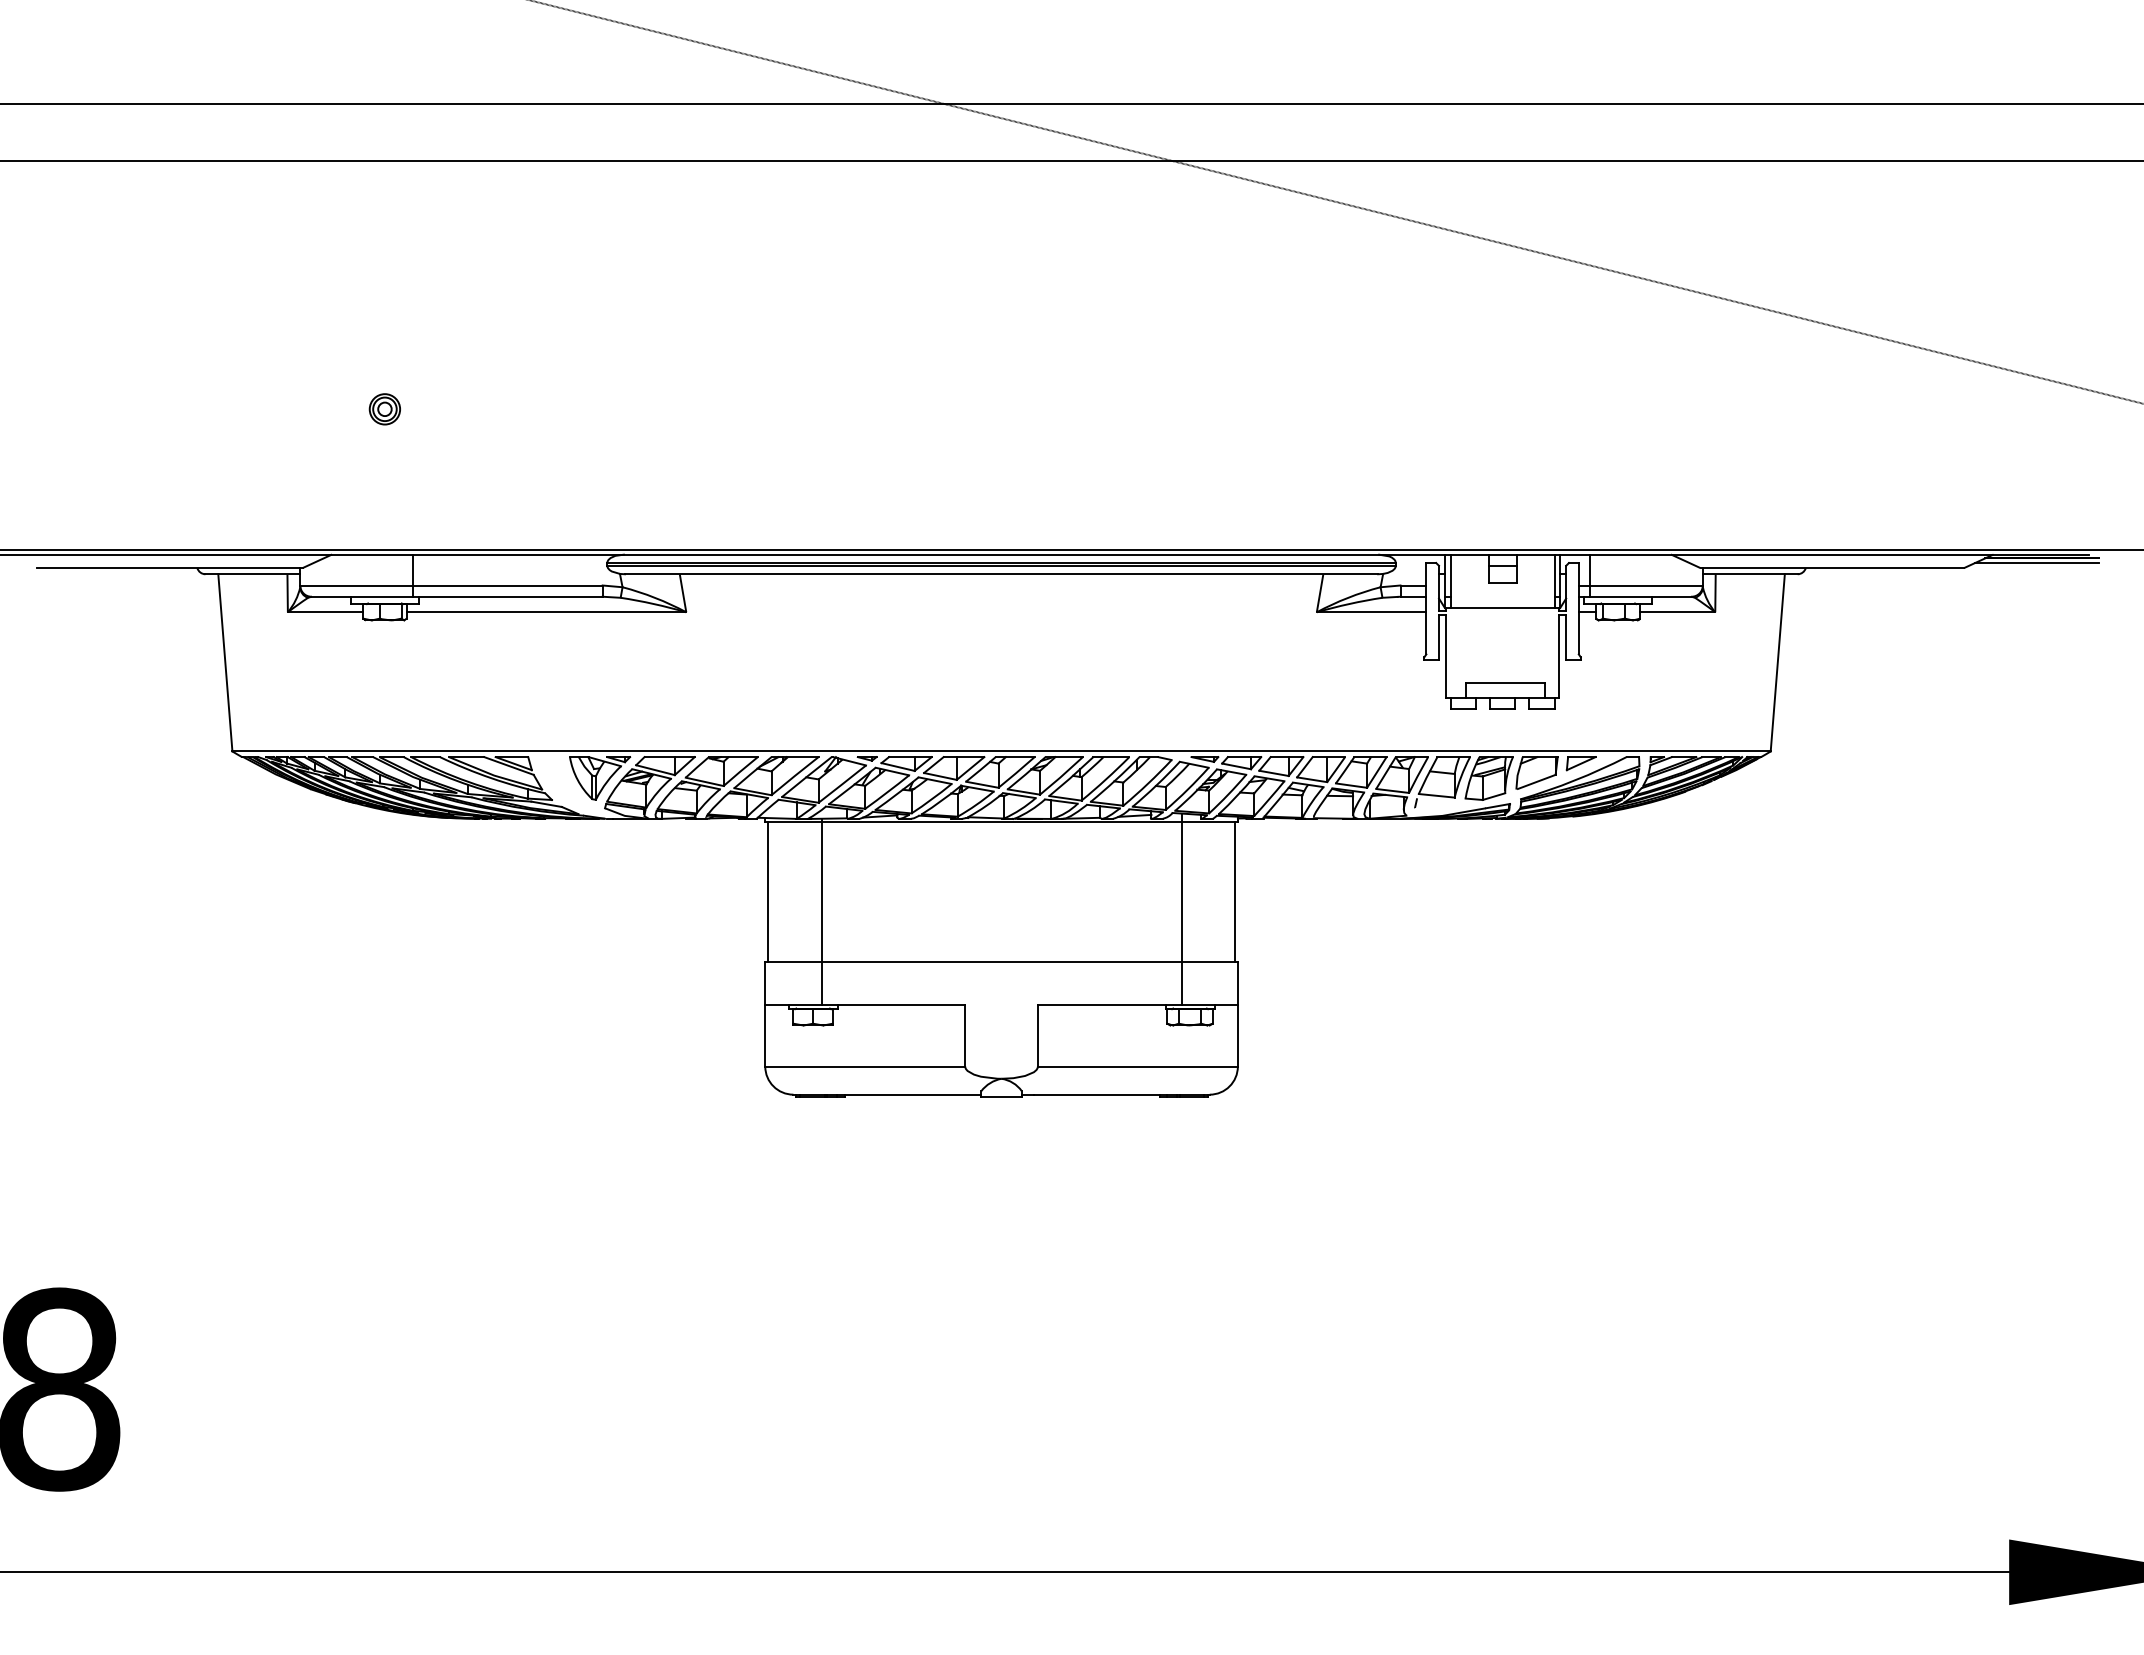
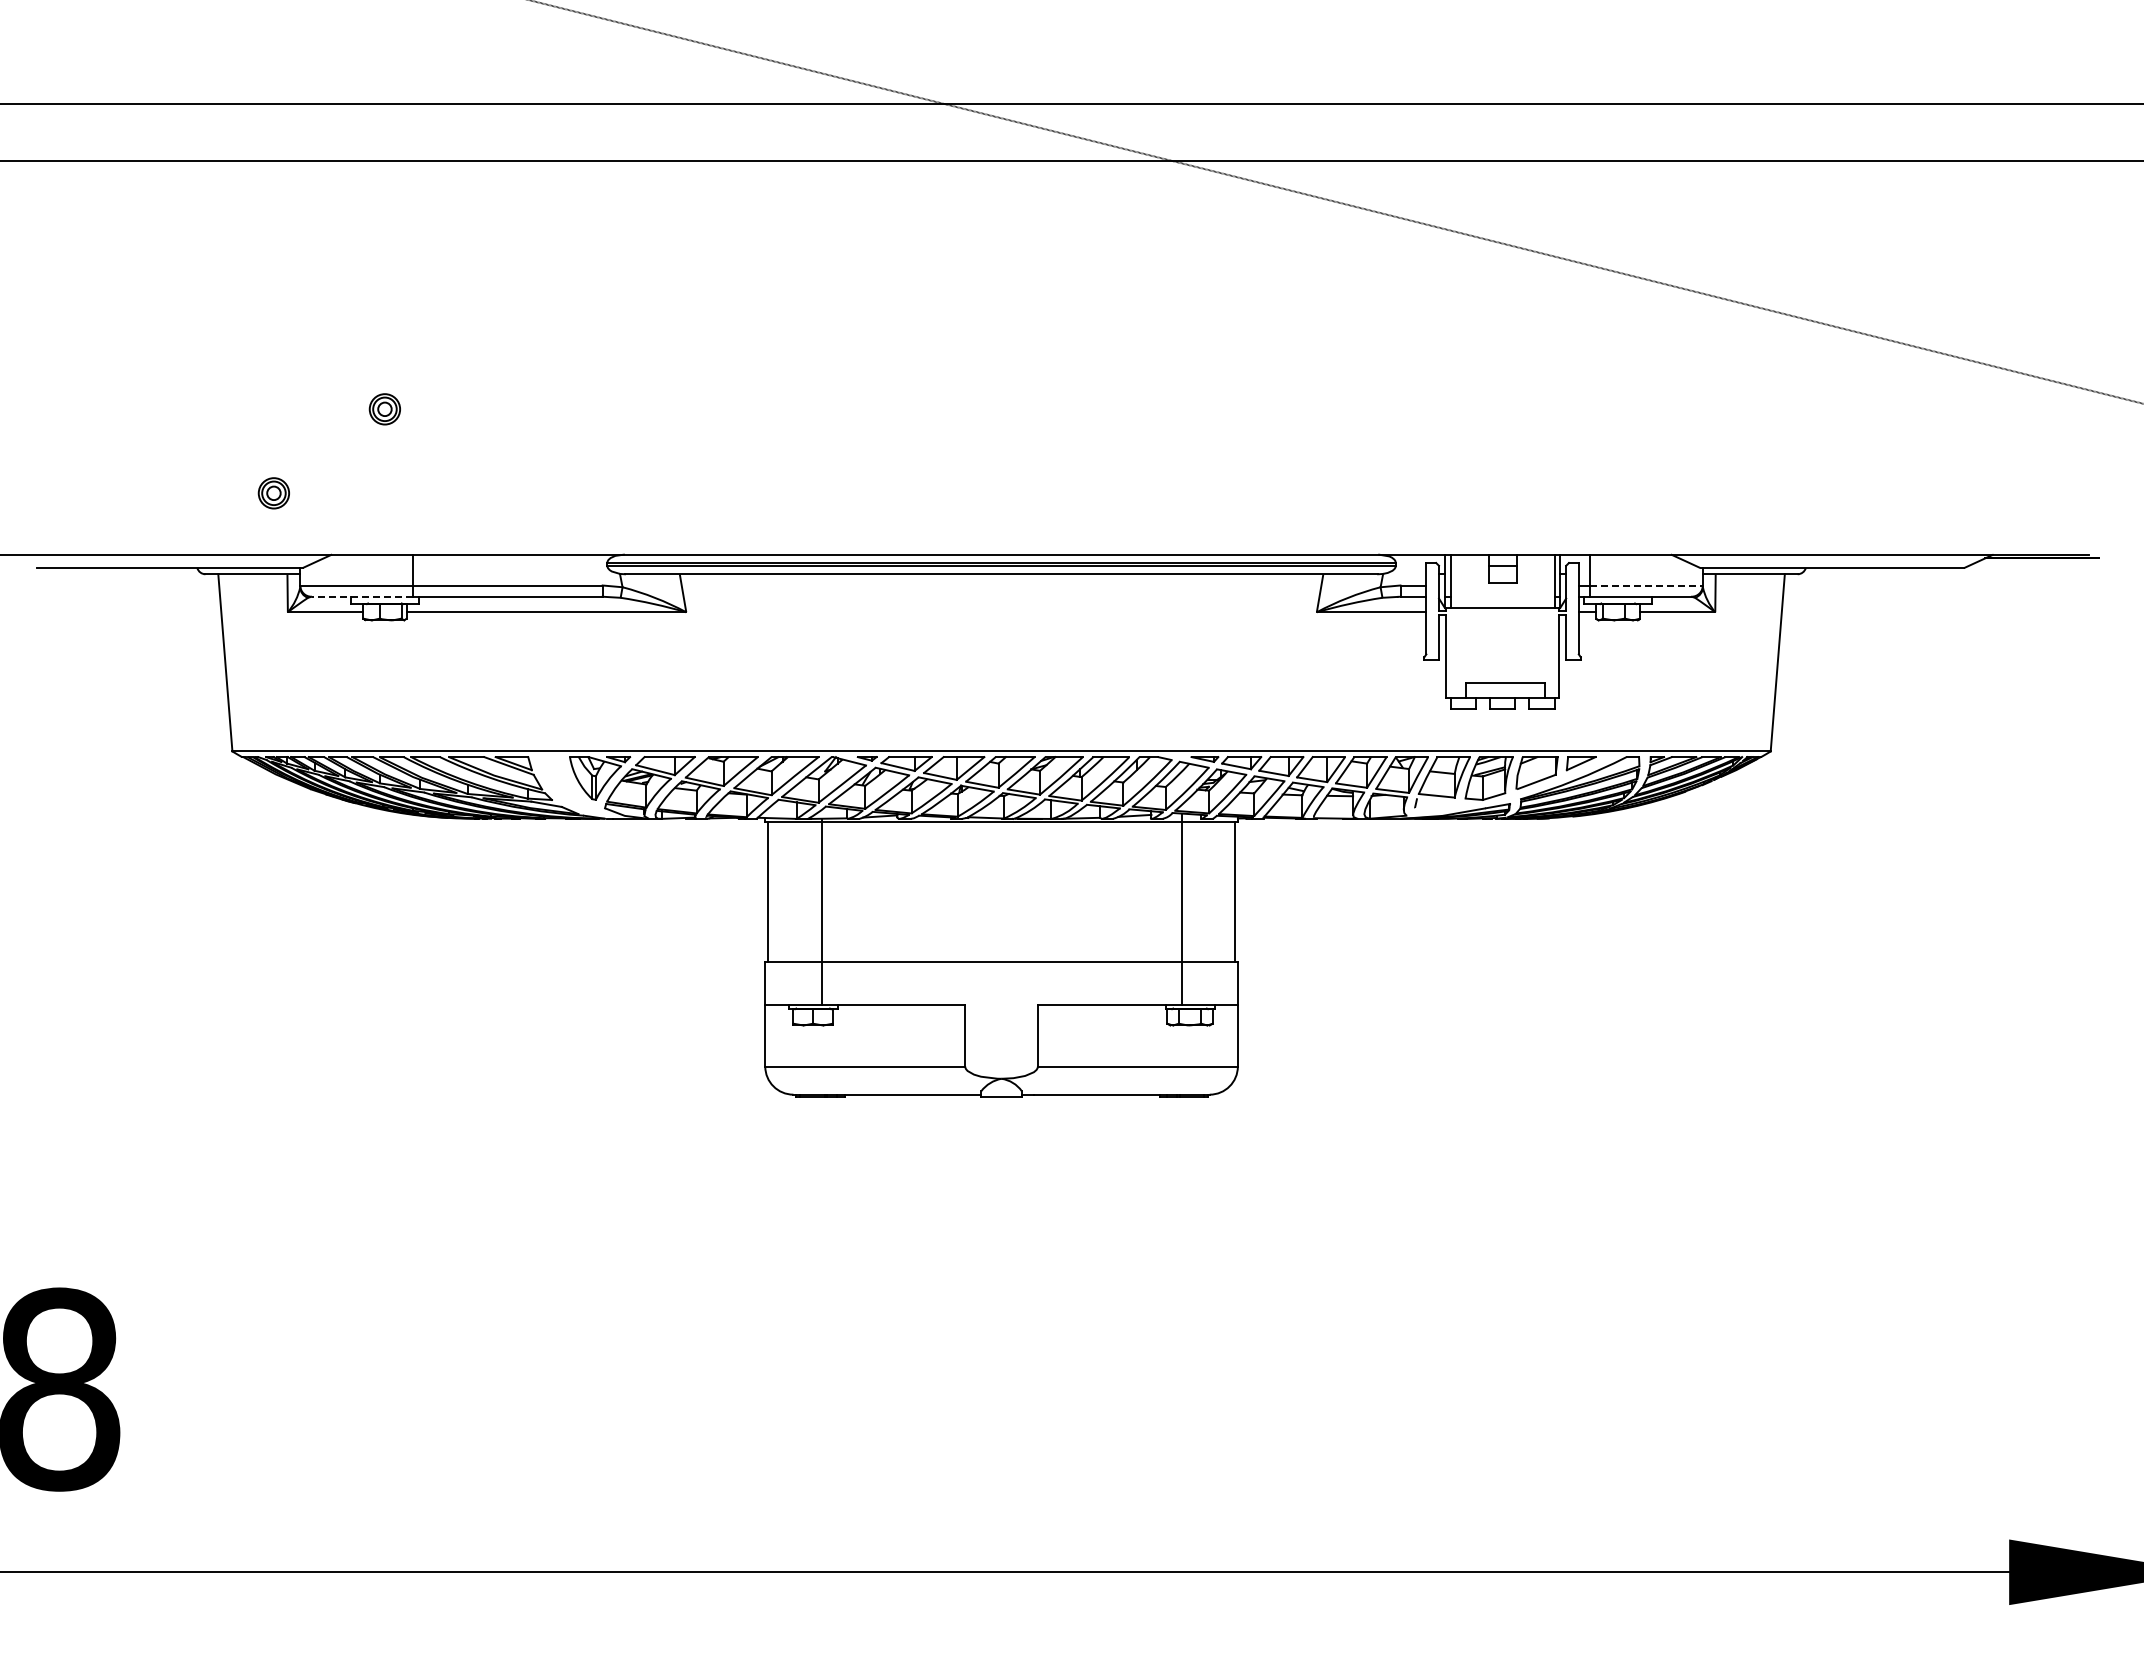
part at (273, 493): none -> present
line at (1071, 550): present -> none
line at (2037, 563): present -> none
line at (1647, 585): solid -> dashed
line at (362, 596): solid -> dashed
